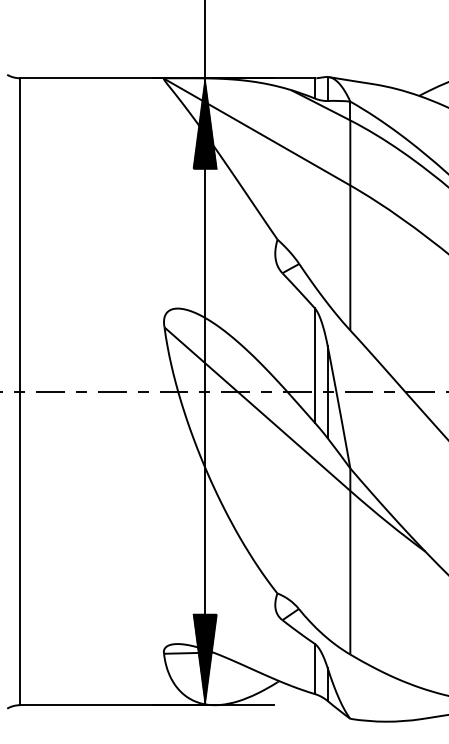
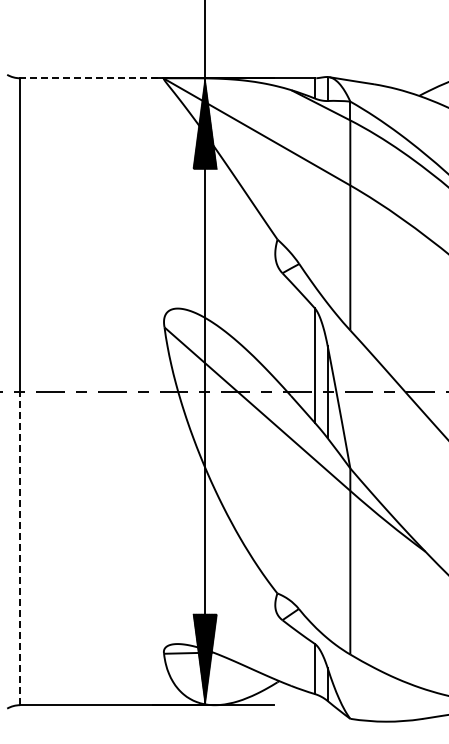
line at (94, 78): solid -> dashed
line at (20, 548): solid -> dashed
